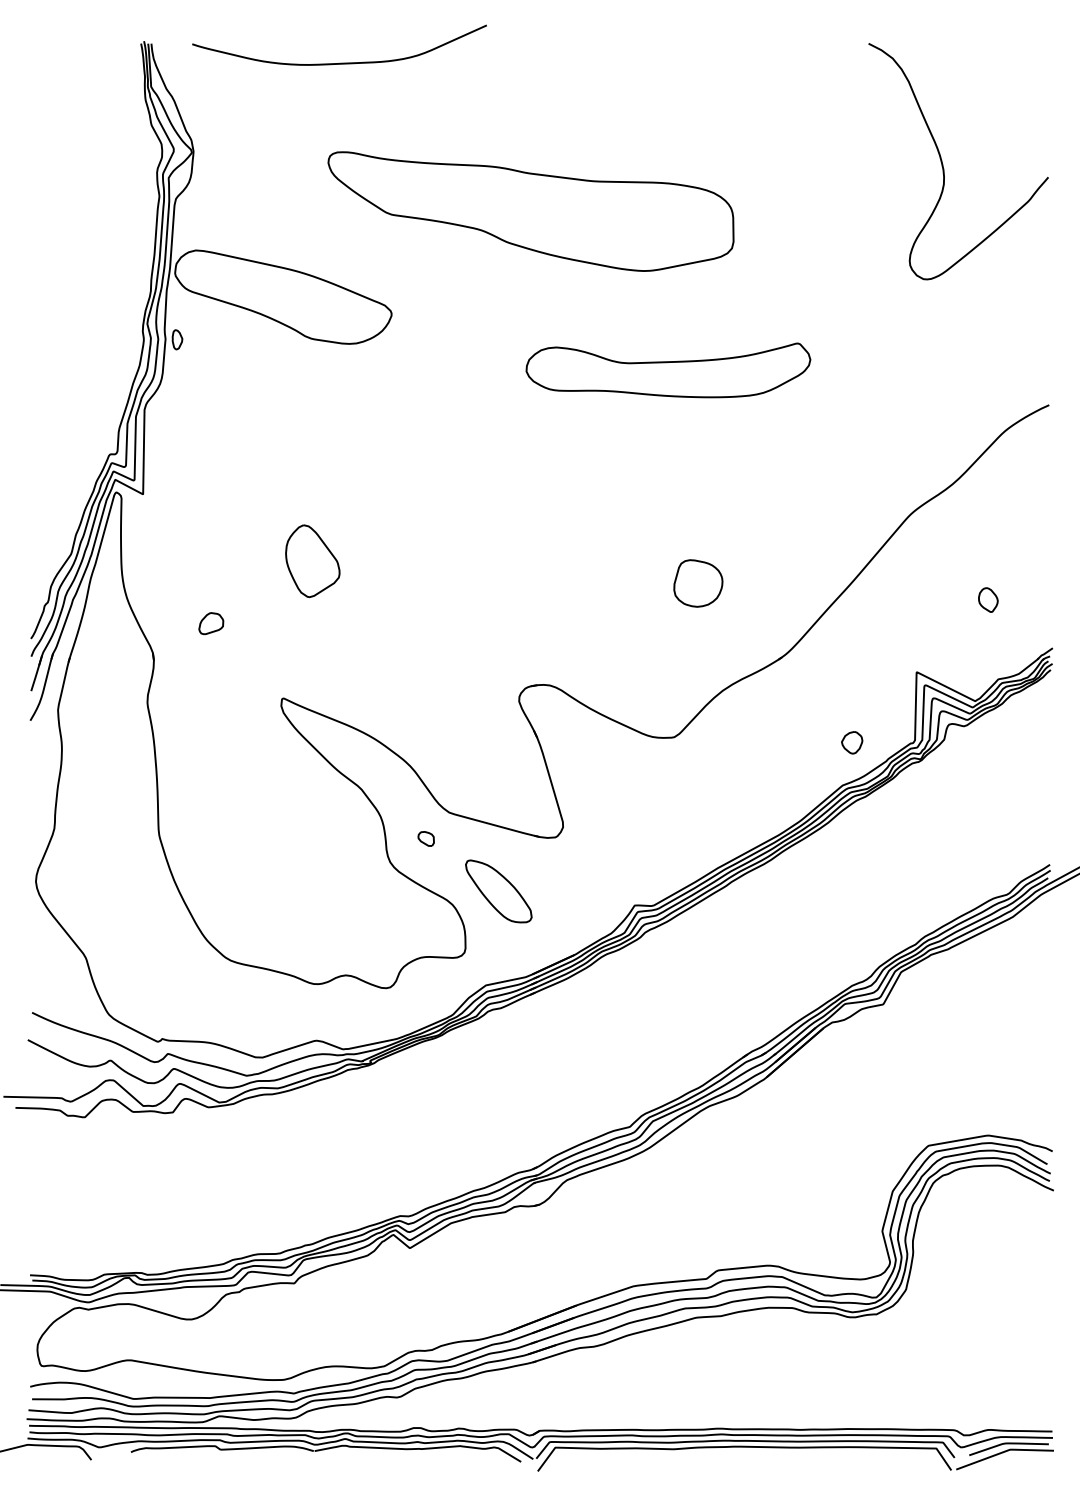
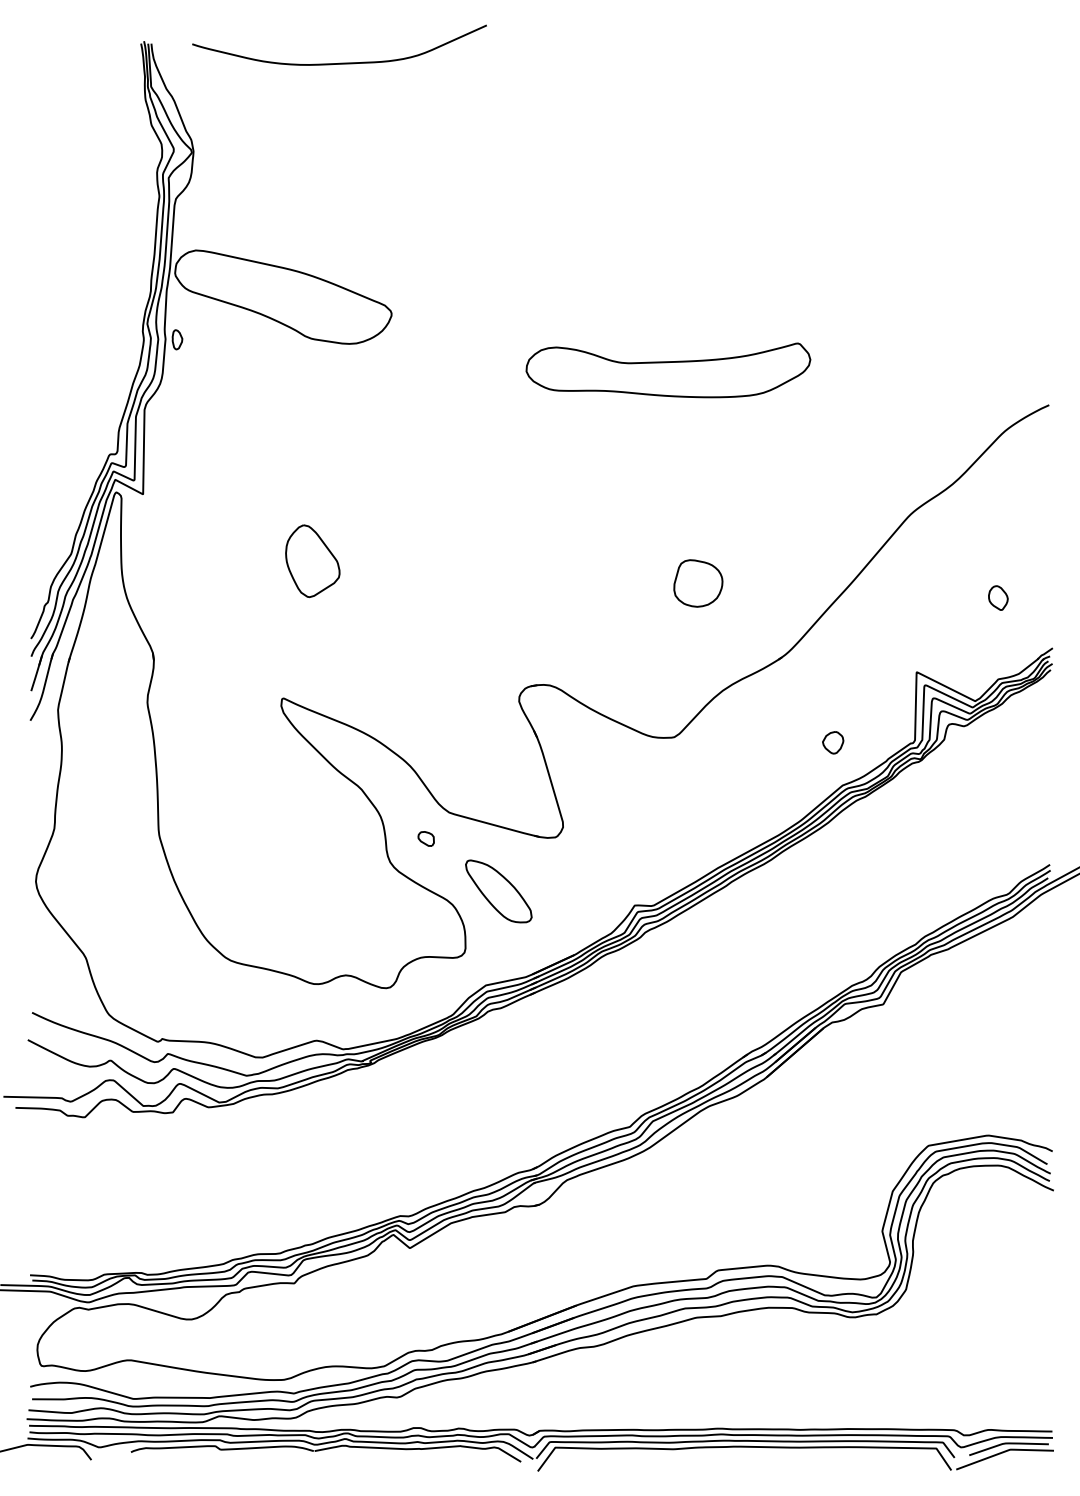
curve at (943, 164): present -> none
part at (530, 211): present -> none
part at (988, 599) position: (988, 599) -> (998, 597)
part at (211, 623): present -> none
part at (852, 742) position: (852, 742) -> (833, 742)
